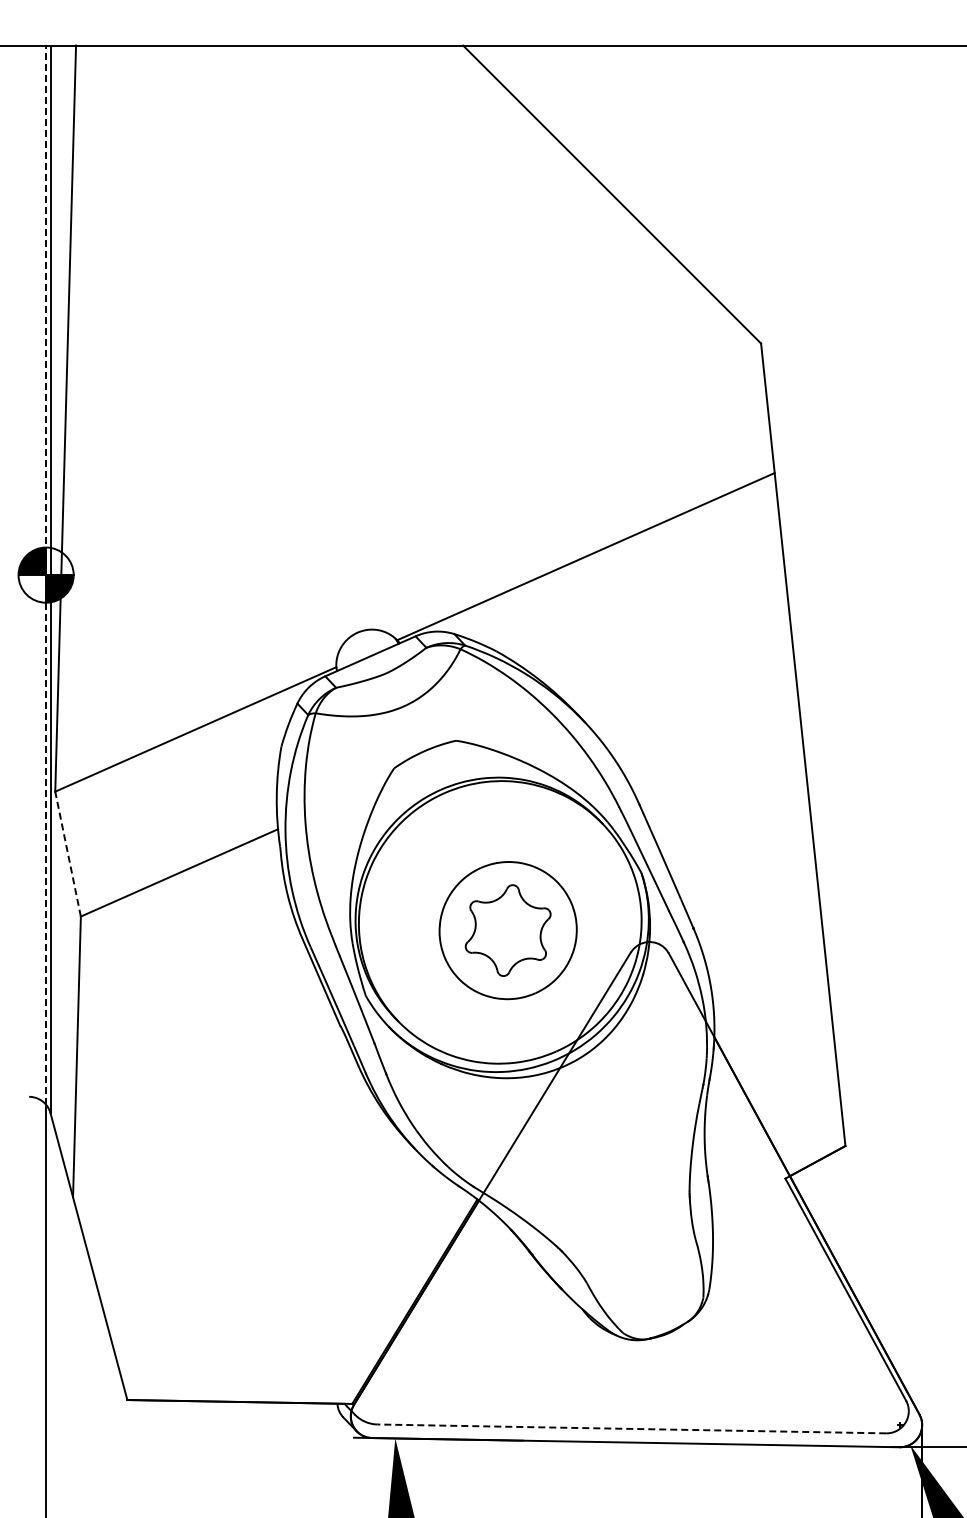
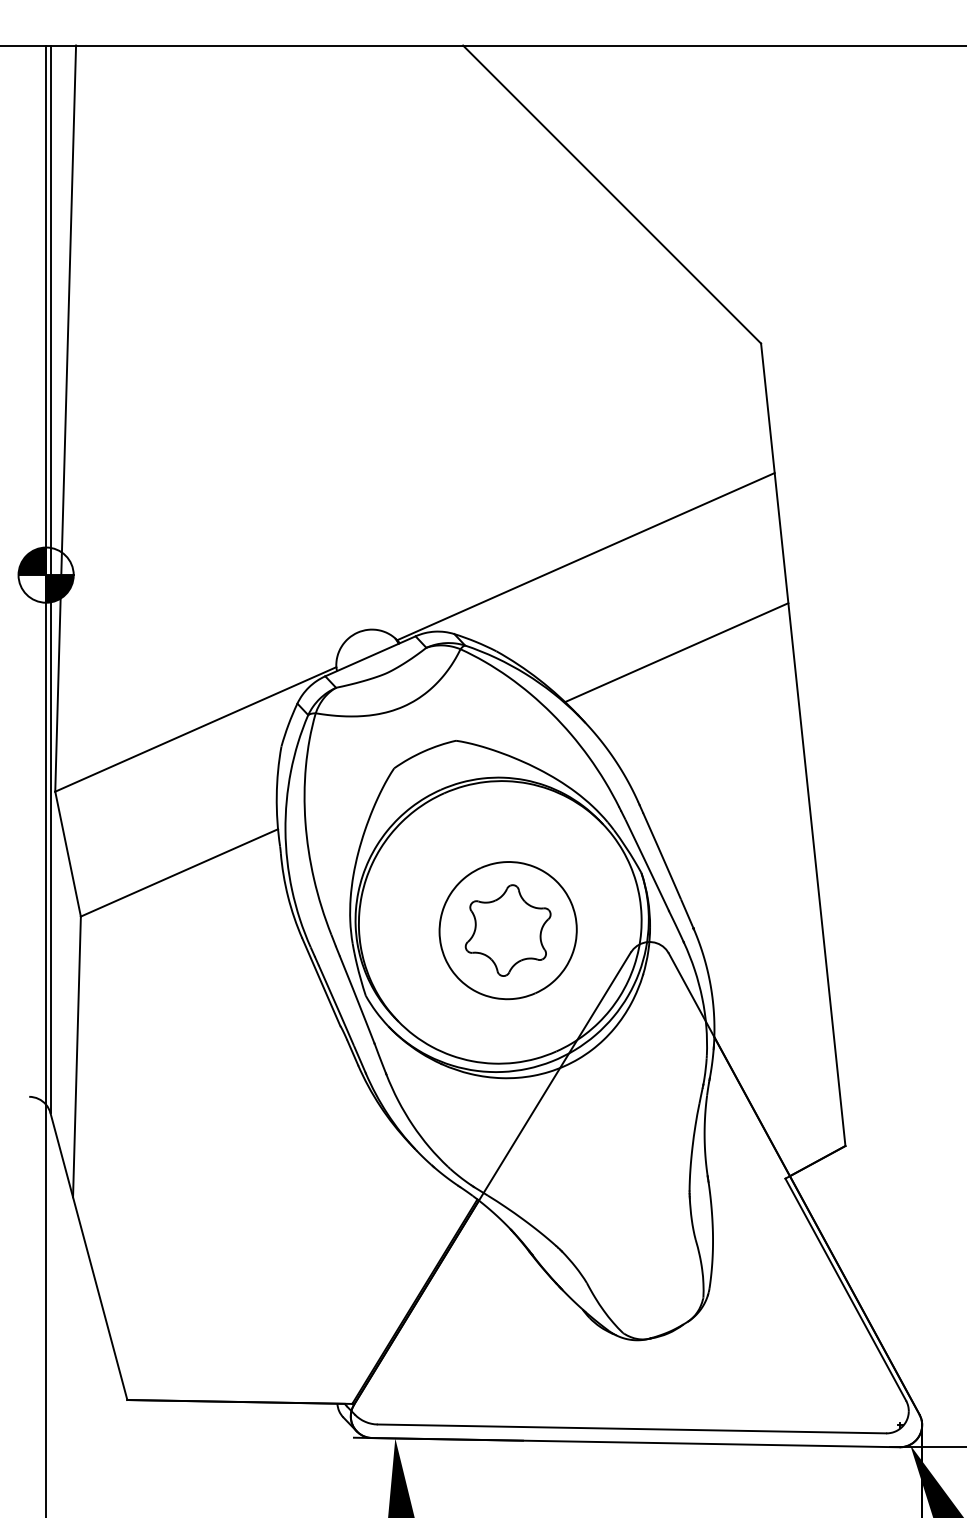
line at (46, 575): dashed -> solid
line at (676, 652): none -> present
line at (68, 854): dashed -> solid
line at (631, 1428): dashed -> solid
